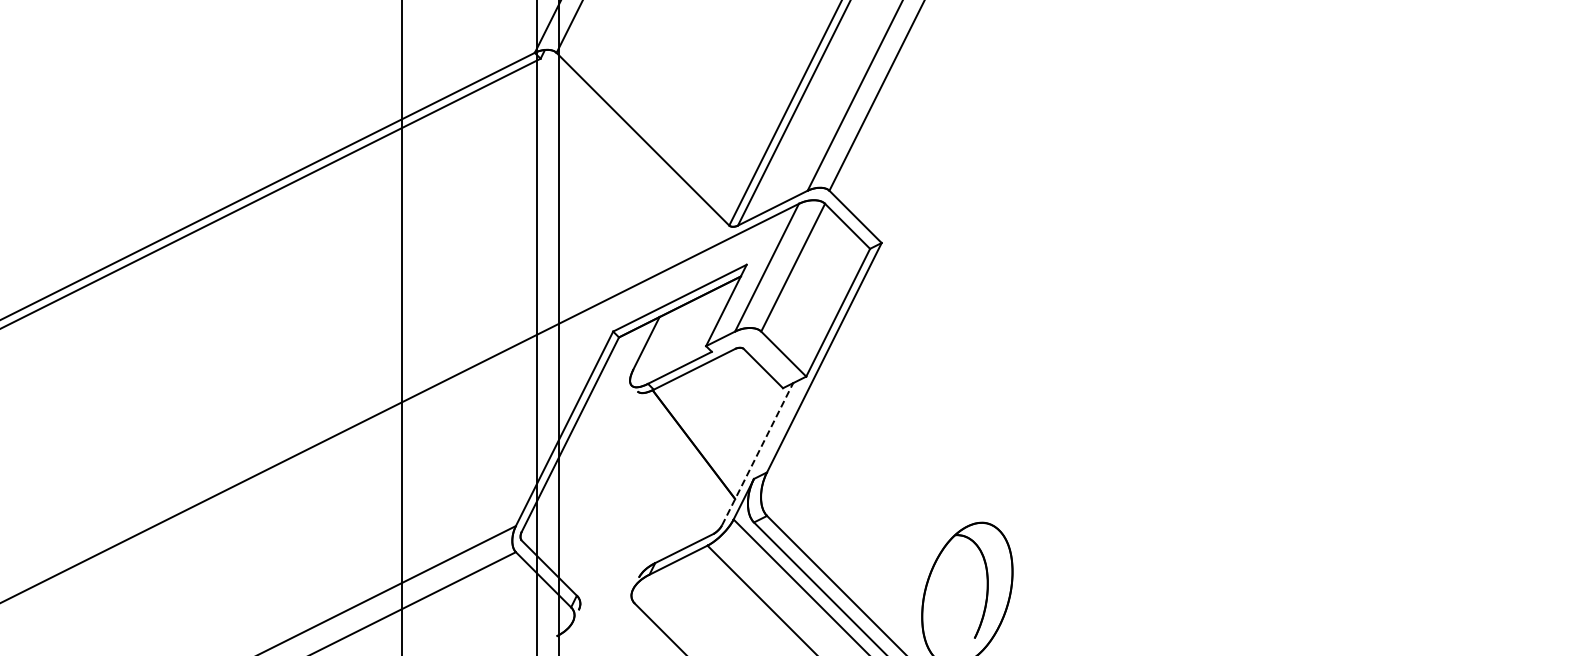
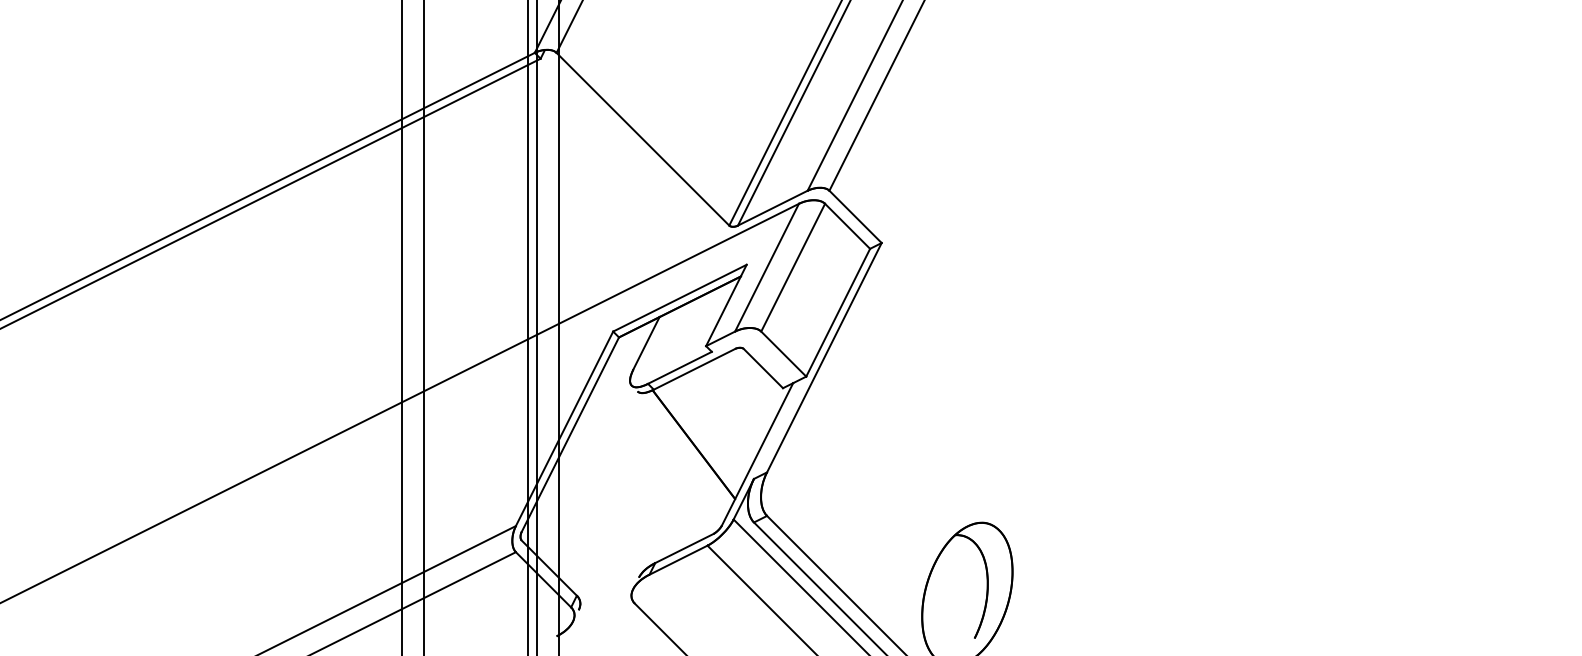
line at (423, 327): none -> present
line at (528, 327): none -> present
line at (757, 454): dashed -> solid
